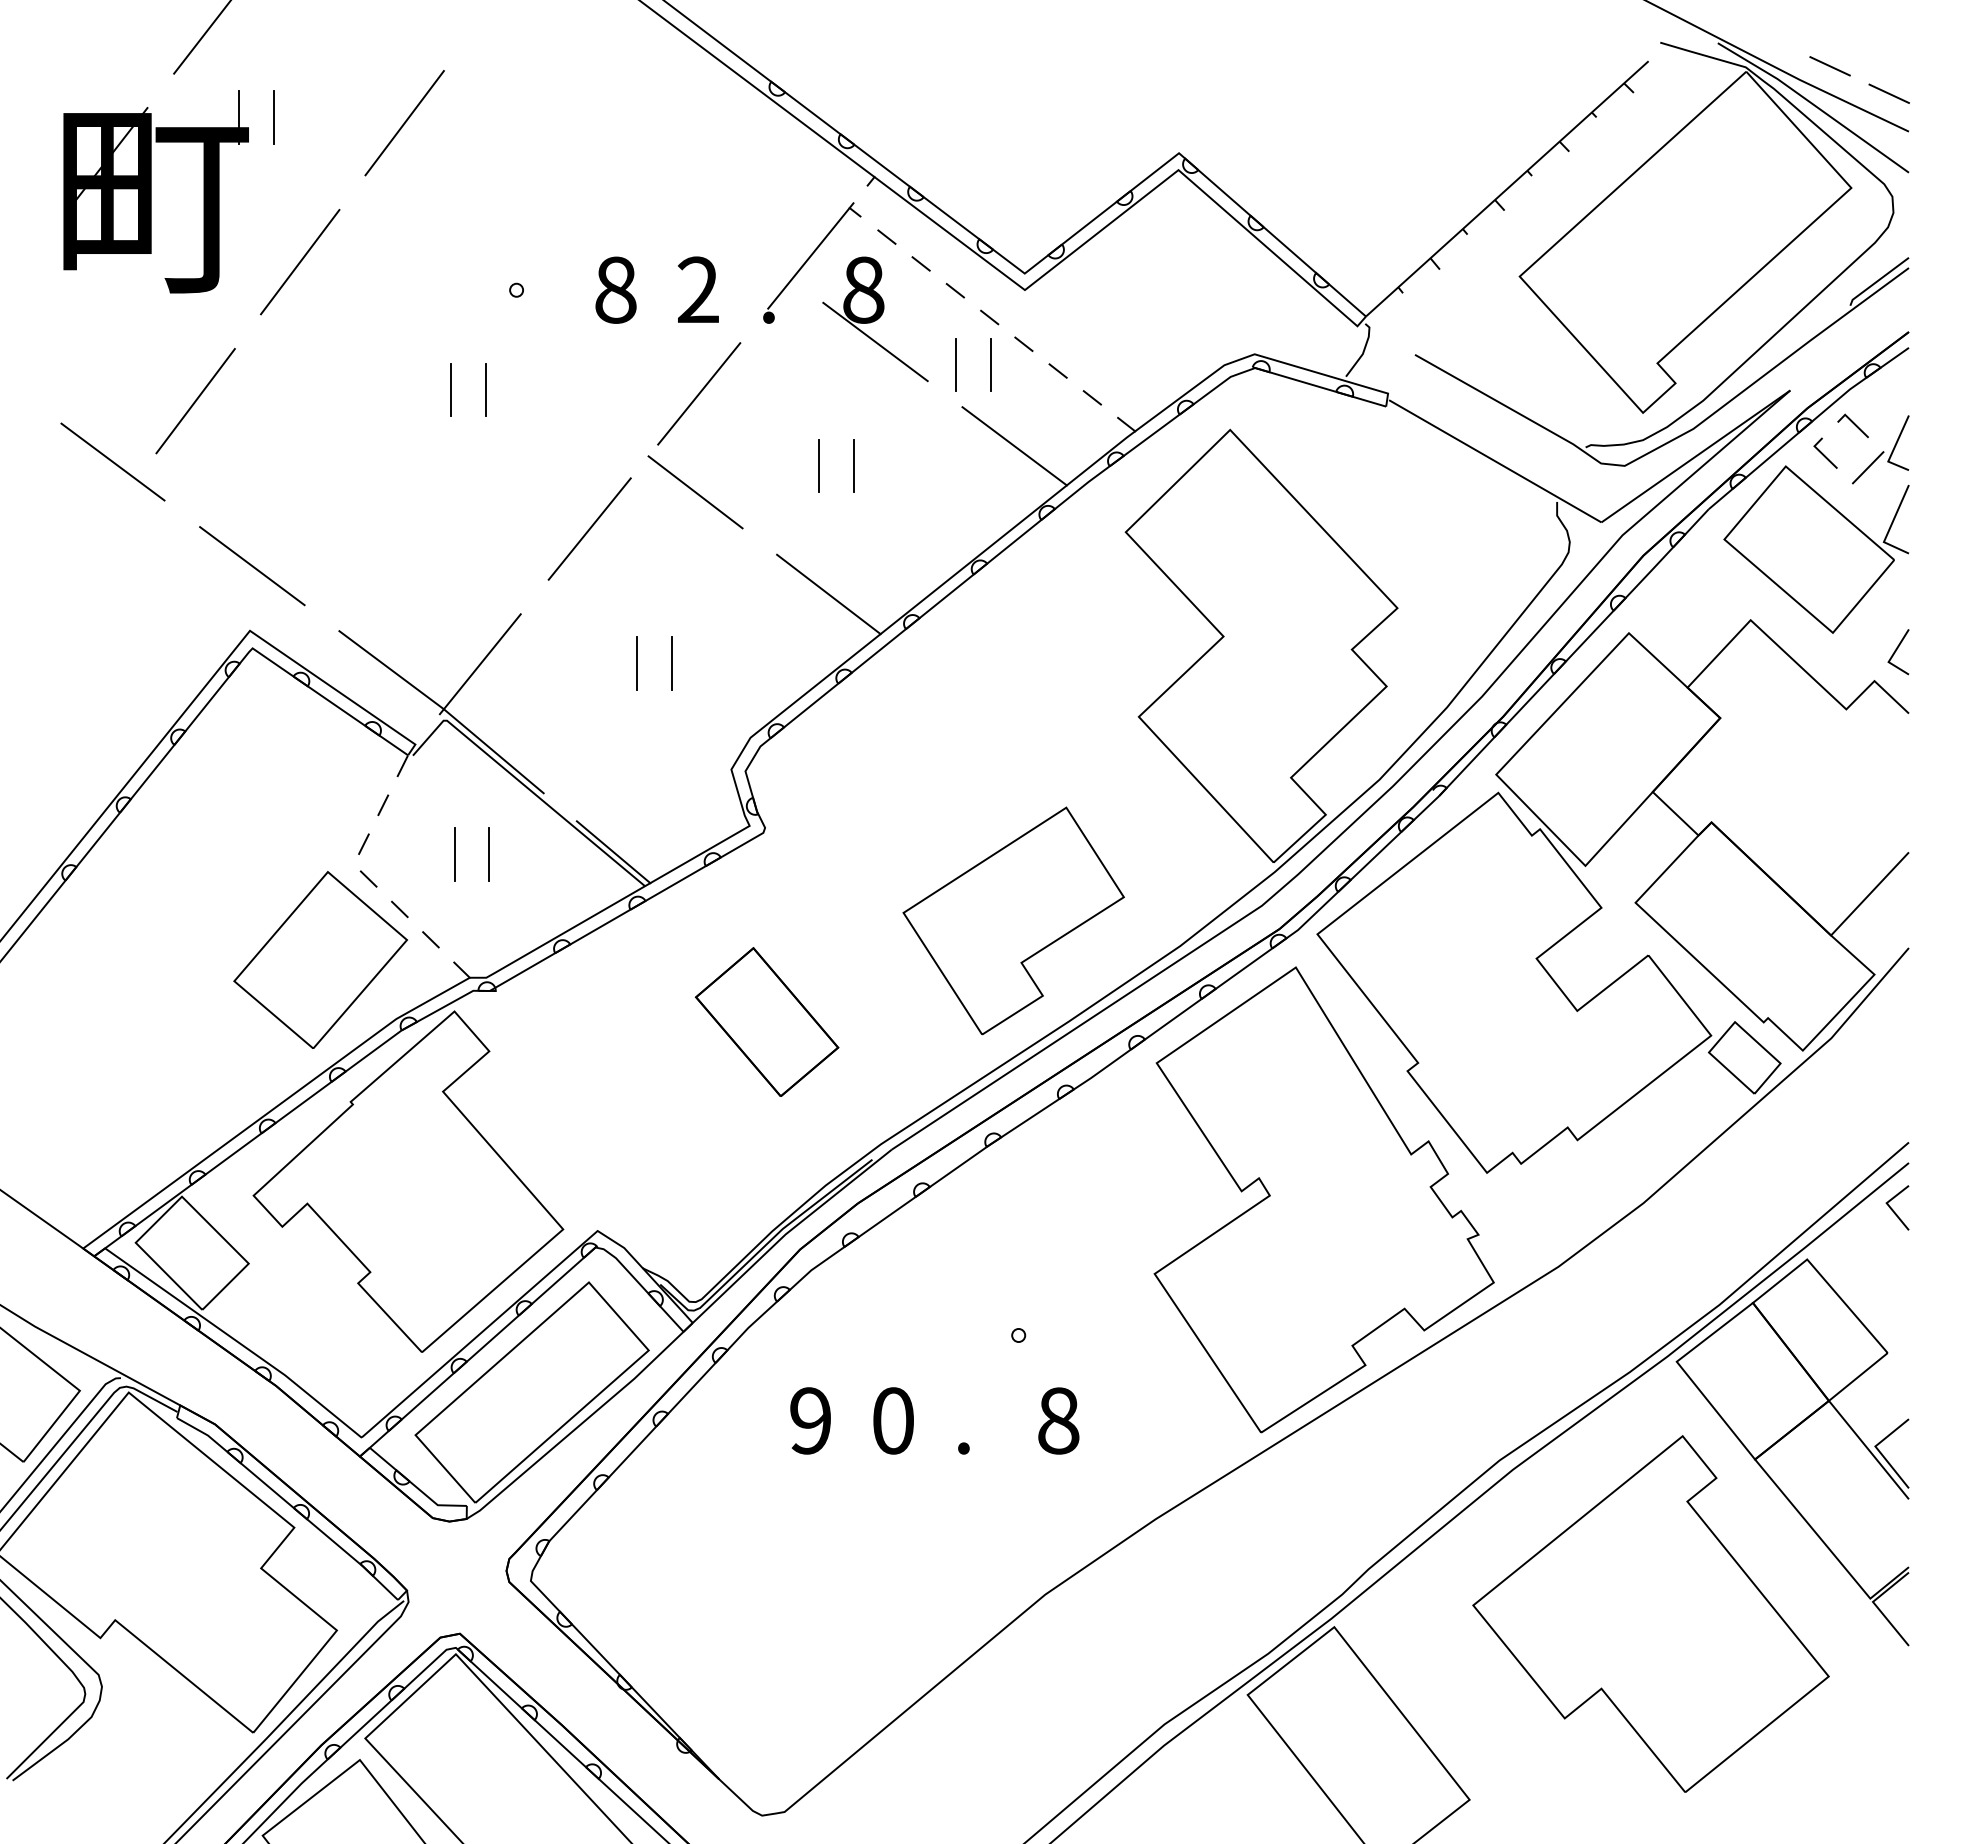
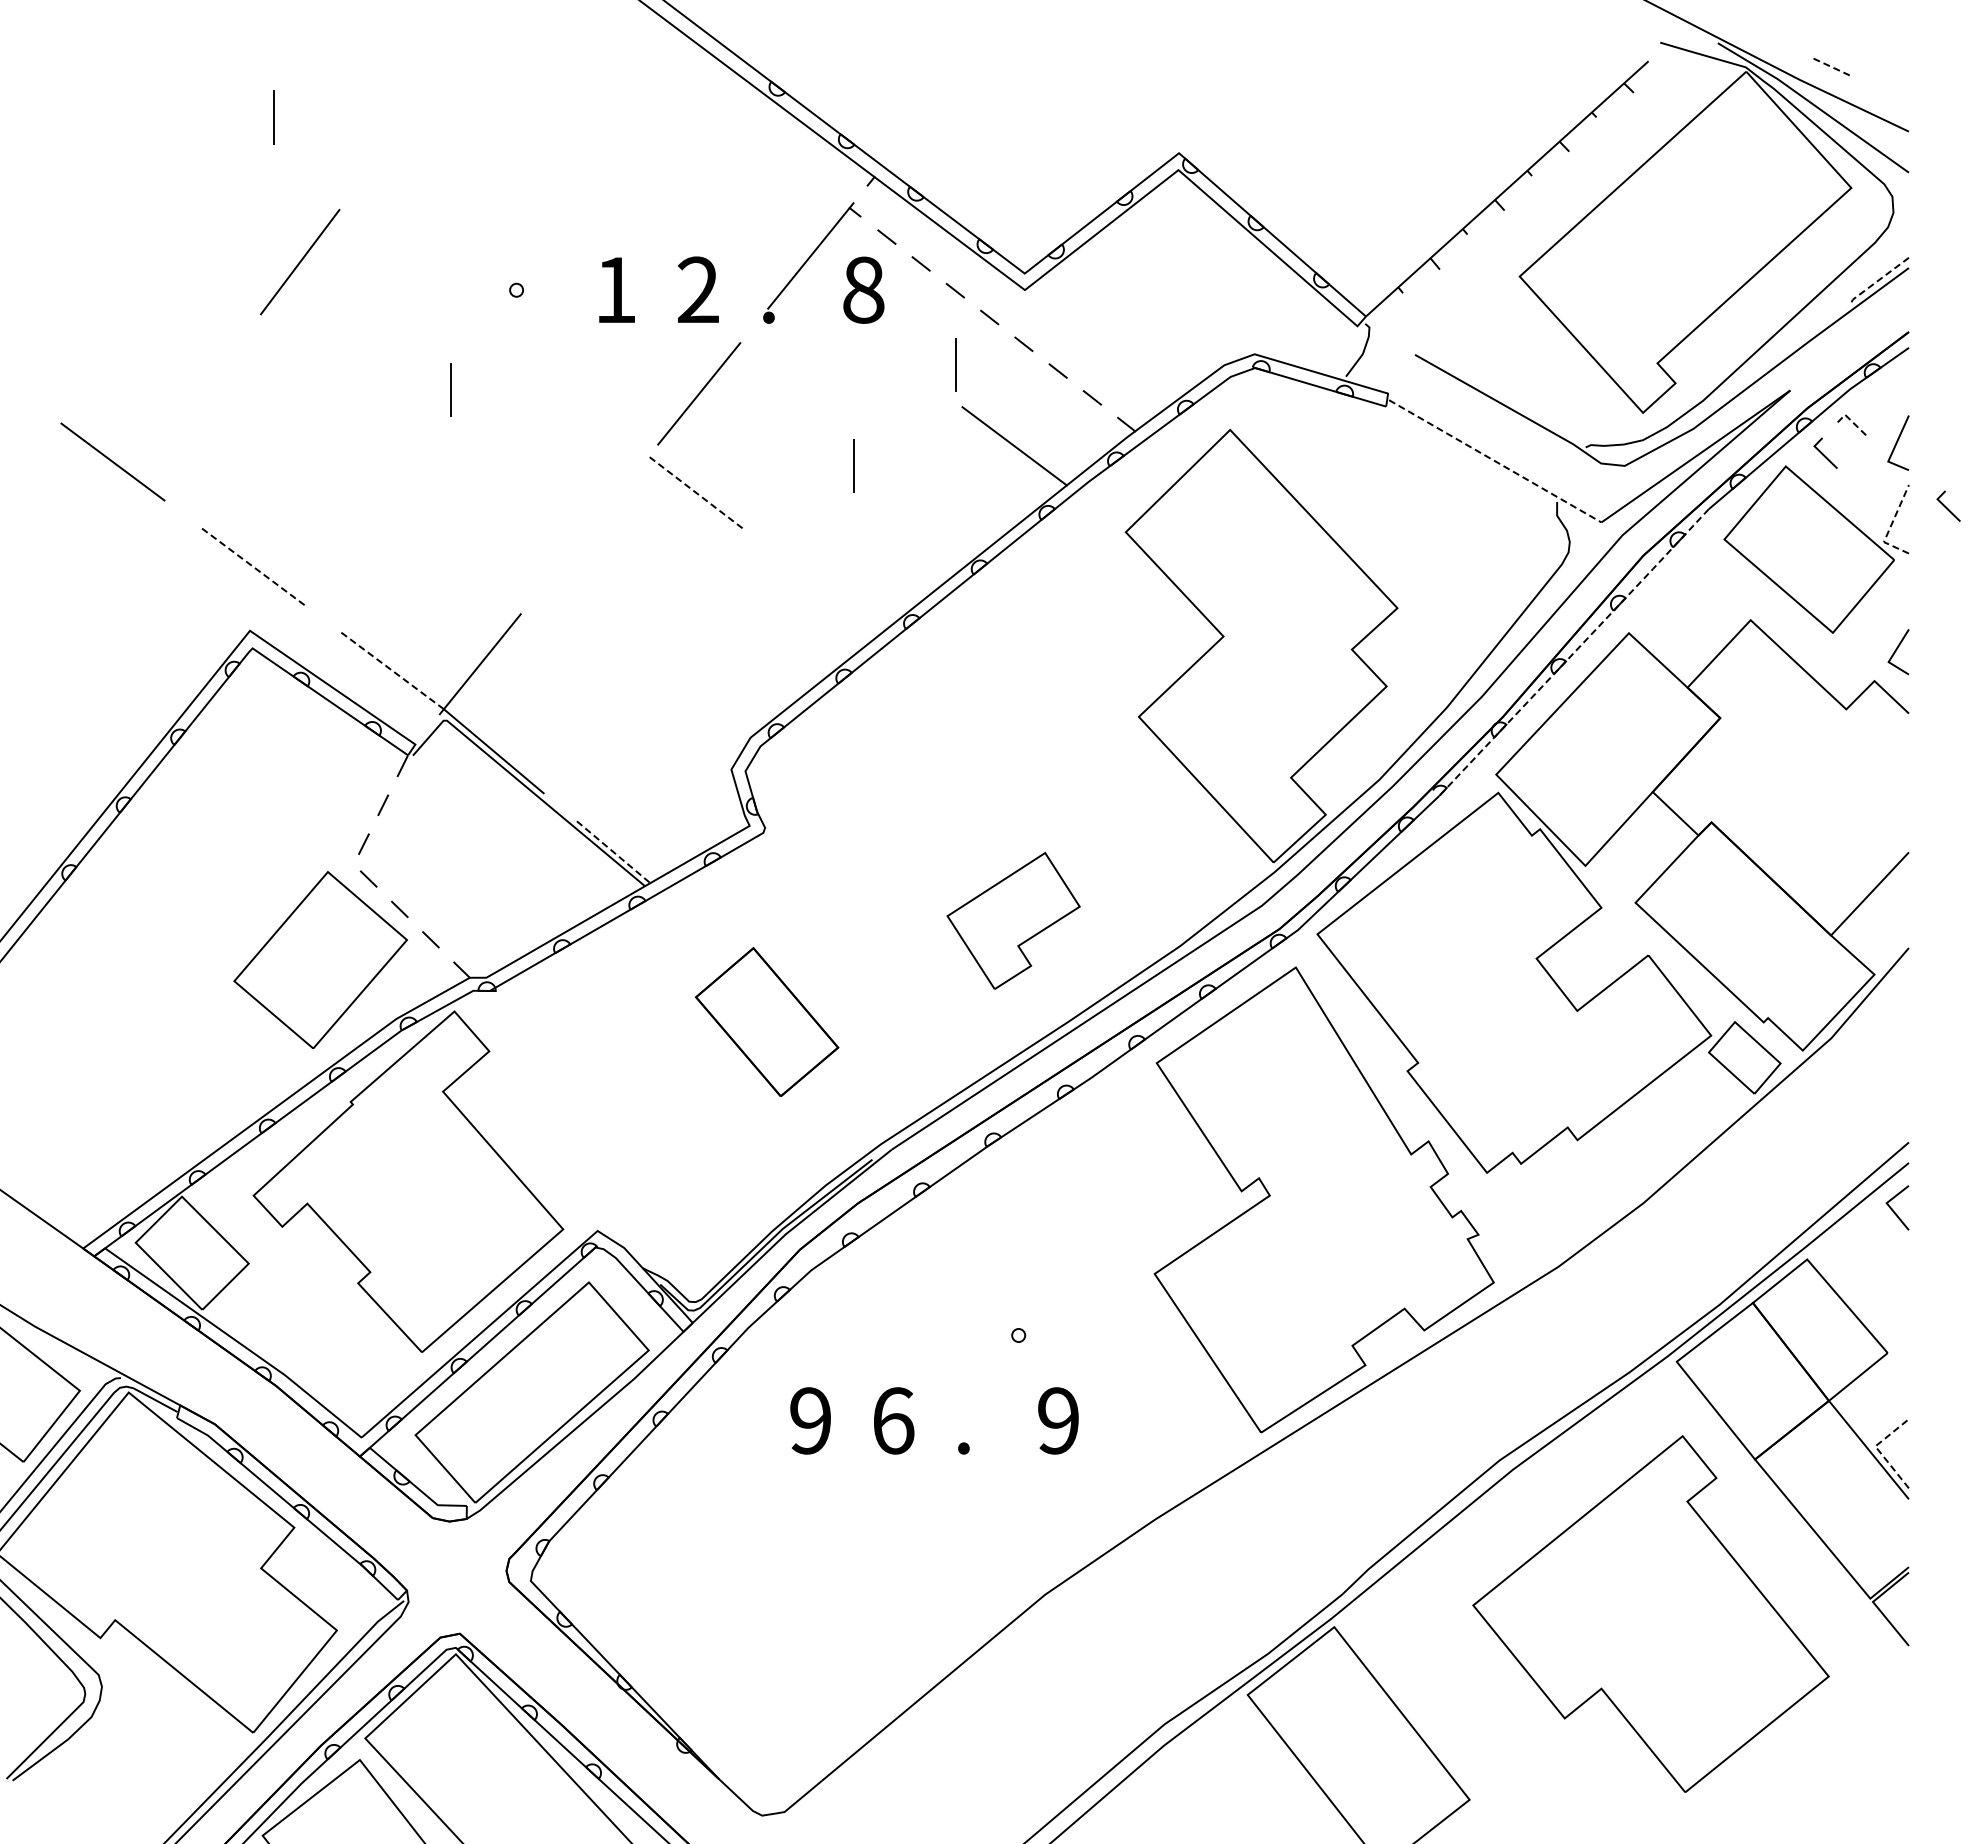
line at (201, 37): present -> none
line at (1830, 66): solid -> dashed
line at (1888, 93): present -> none
line at (404, 123): present -> none
part at (155, 191): present -> none
line at (1877, 281): solid -> dashed
text at (615, 289): 8 -> 1
line at (875, 341): present -> none
line at (991, 364): present -> none
line at (485, 389): present -> none
line at (195, 401): present -> none
line at (1852, 422): solid -> dashed
line at (1495, 461): solid -> dashed
line at (818, 466): present -> none
line at (1867, 467): present -> none
line at (695, 492): solid -> dashed
line at (1946, 506): none -> present
line at (1890, 526): solid -> dashed
line at (589, 528): present -> none
line at (251, 565): solid -> dashed
line at (828, 594): present -> none
line at (1574, 652): solid -> dashed
line at (636, 663): present -> none
line at (671, 663): present -> none
line at (391, 669): solid -> dashed
line at (614, 852): solid -> dashed
line at (454, 854): present -> none
line at (489, 854): present -> none
part at (1013, 920) size: 223x230 px -> 135x138 px
text at (893, 1420): 0 -> 6
text at (1058, 1420): 8 -> 9
line at (1877, 1449): solid -> dashed
